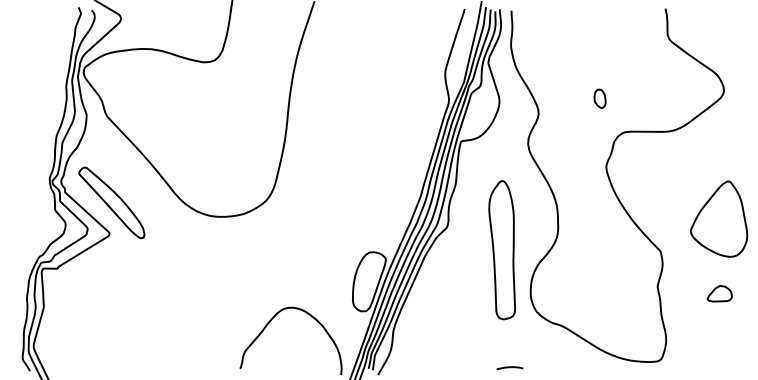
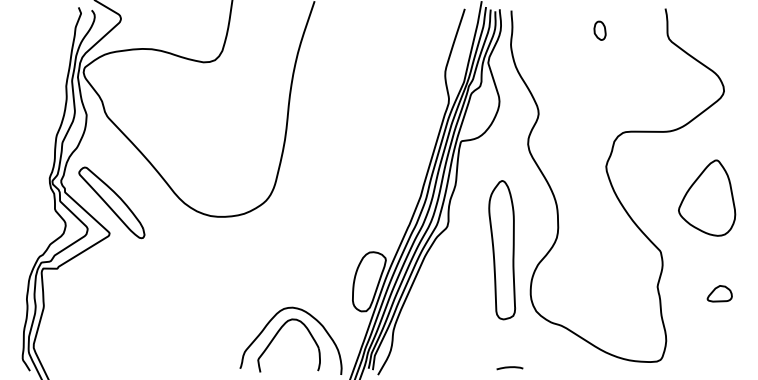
part at (599, 98) position: (599, 98) -> (599, 30)
part at (719, 218) position: (719, 218) -> (707, 197)
part at (276, 336): none -> present
